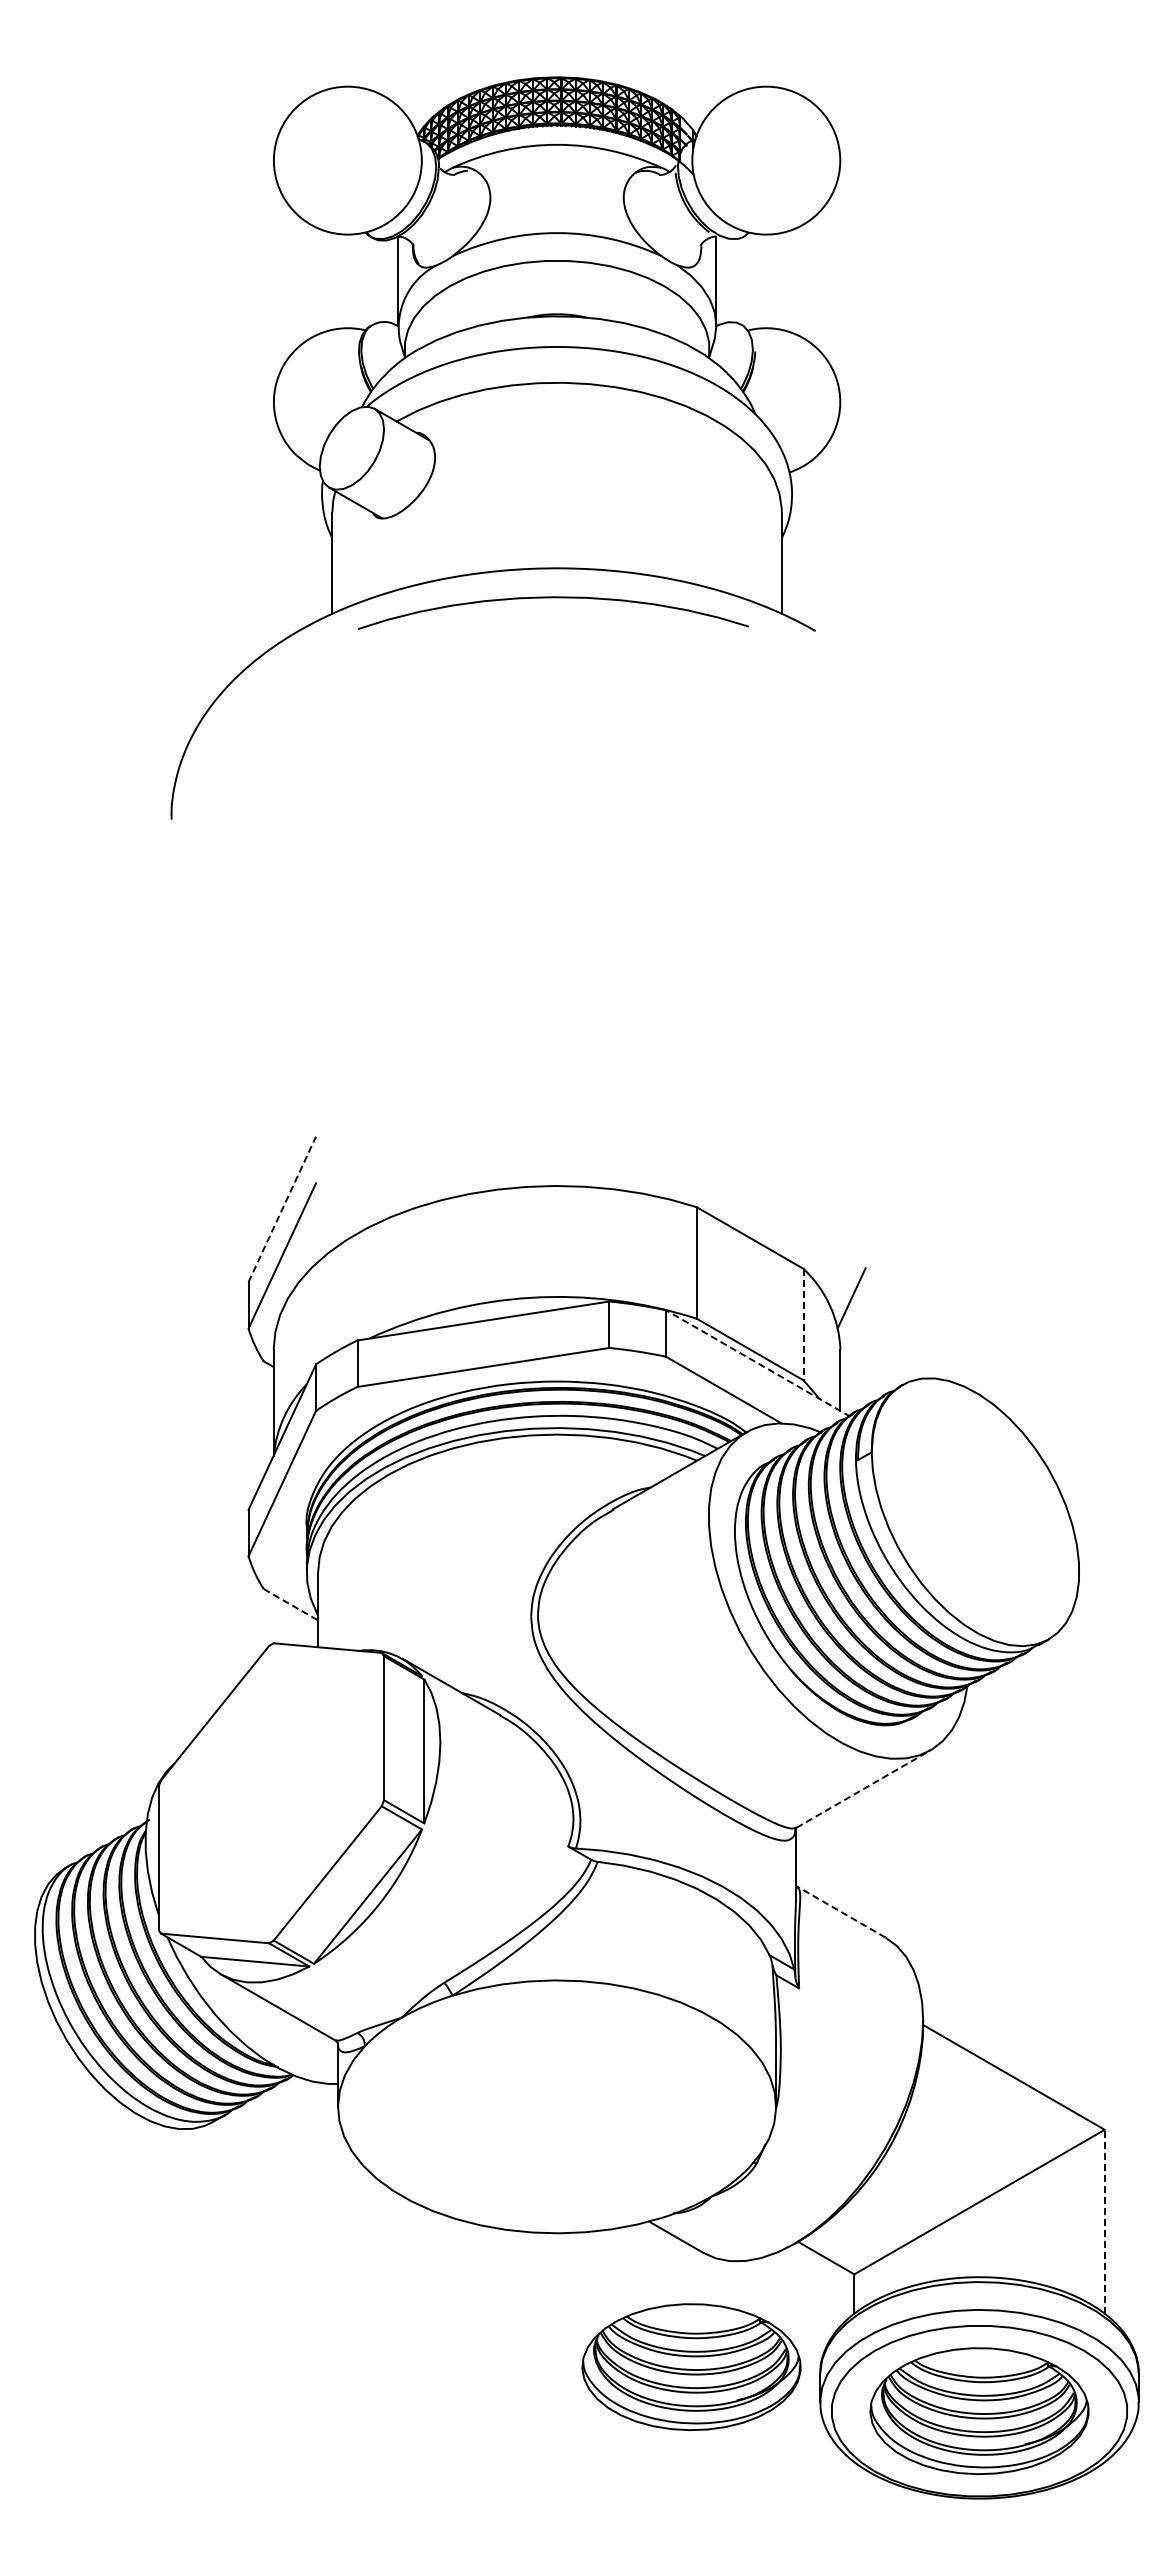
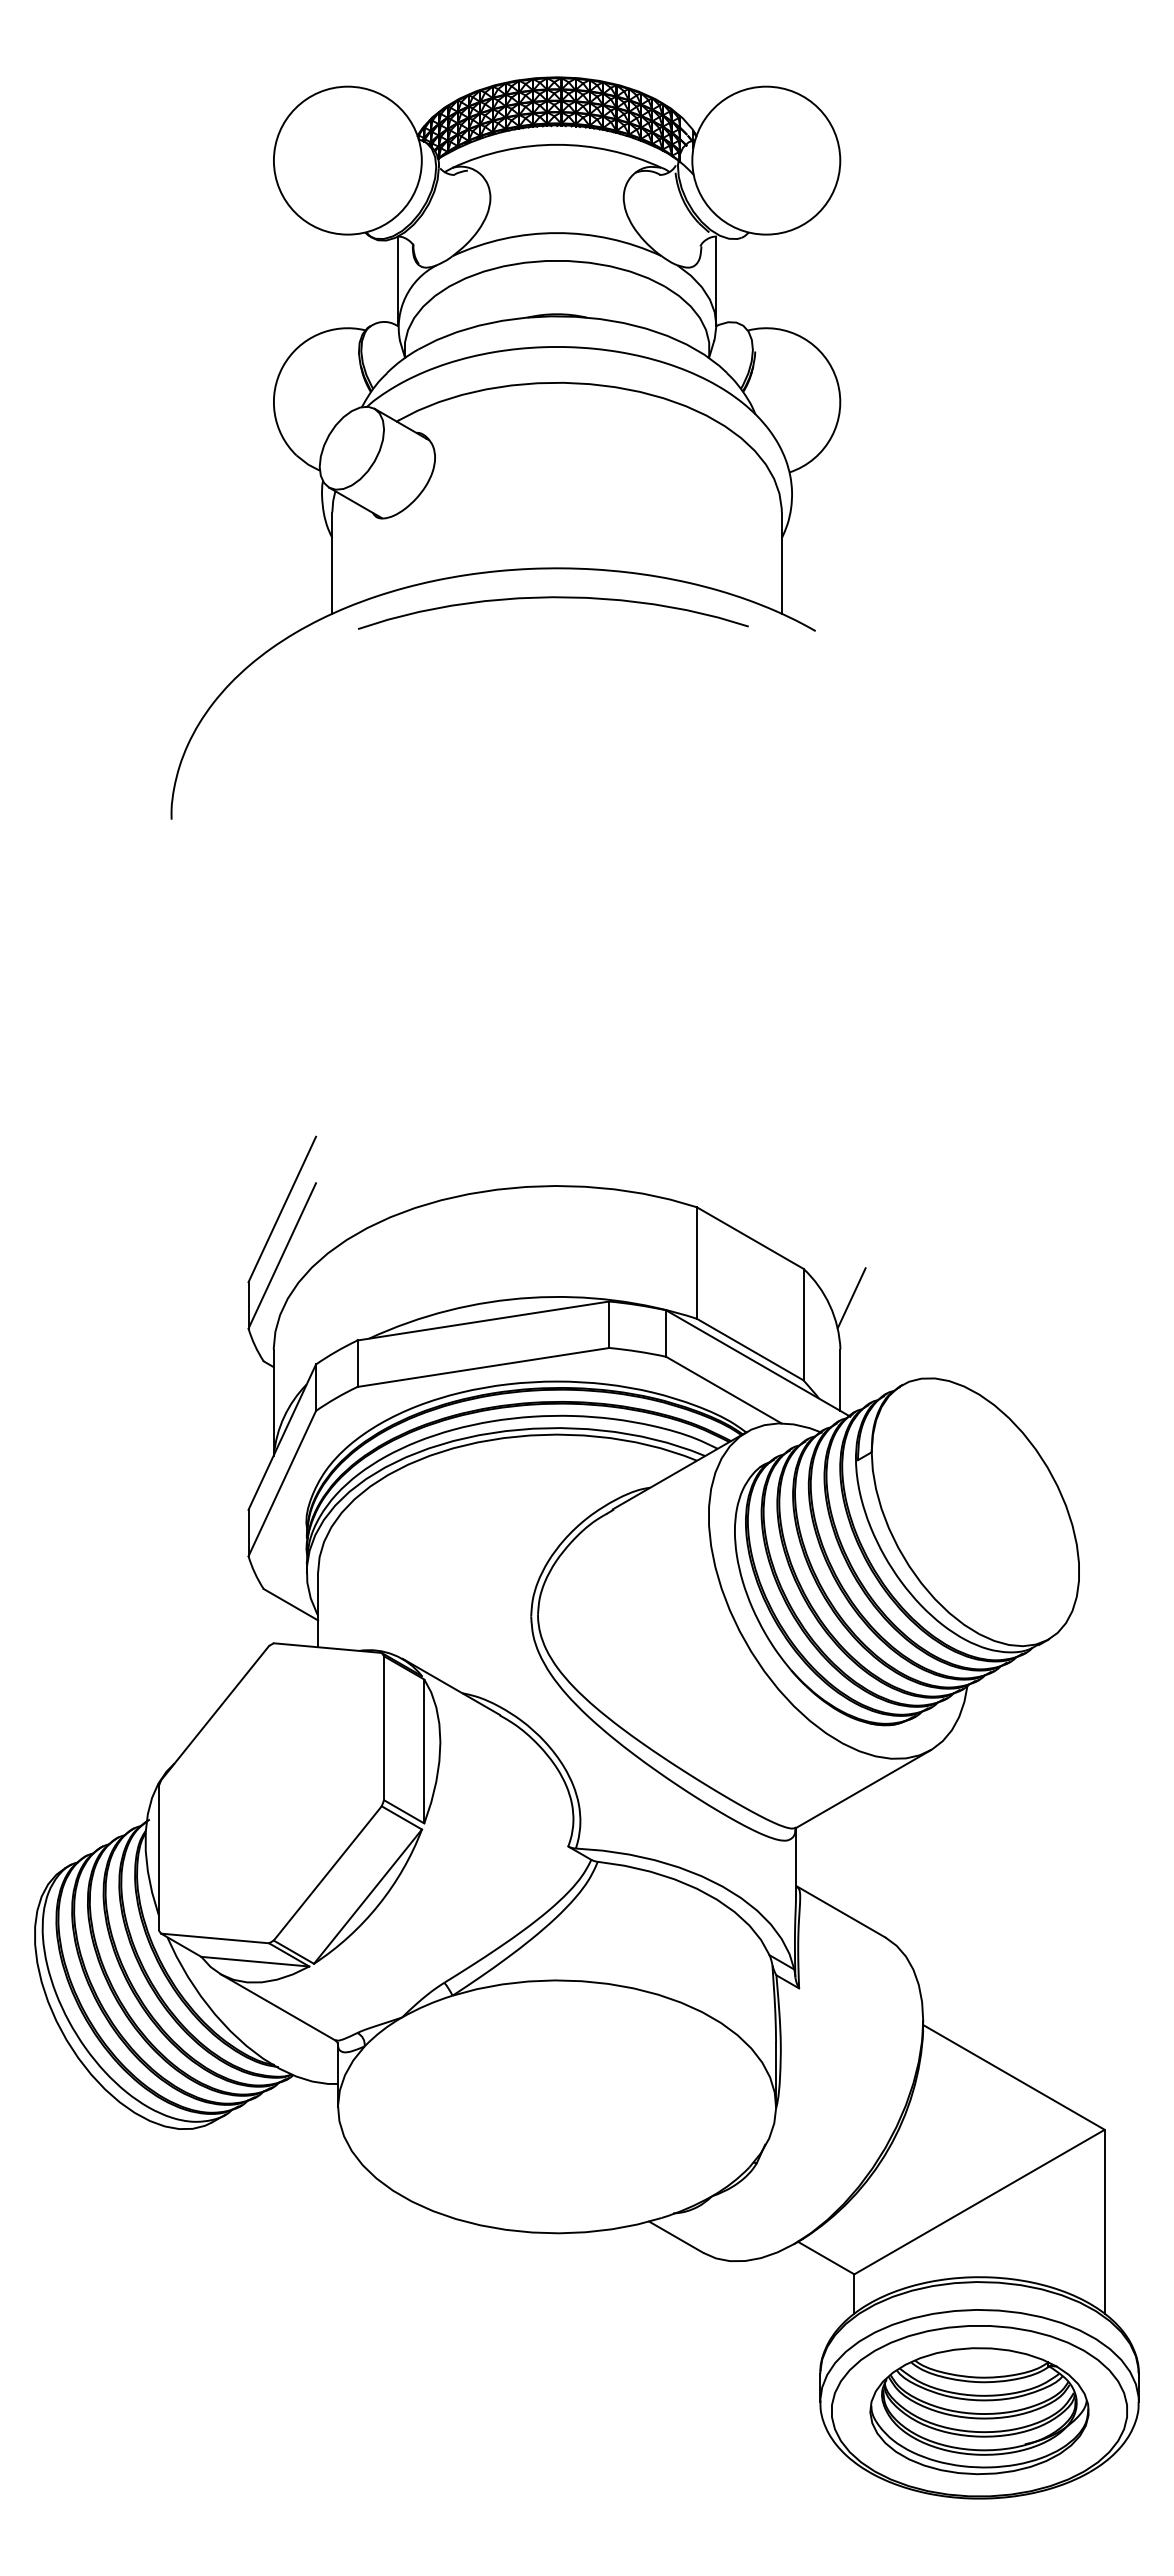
line at (282, 1209): dashed -> solid
line at (803, 1324): dashed -> solid
line at (757, 1363): dashed -> solid
line at (291, 1604): dashed -> solid
line at (864, 1788): dashed -> solid
line at (840, 1911): dashed -> solid
line at (1104, 2221): dashed -> solid
part at (691, 2367): present -> none
